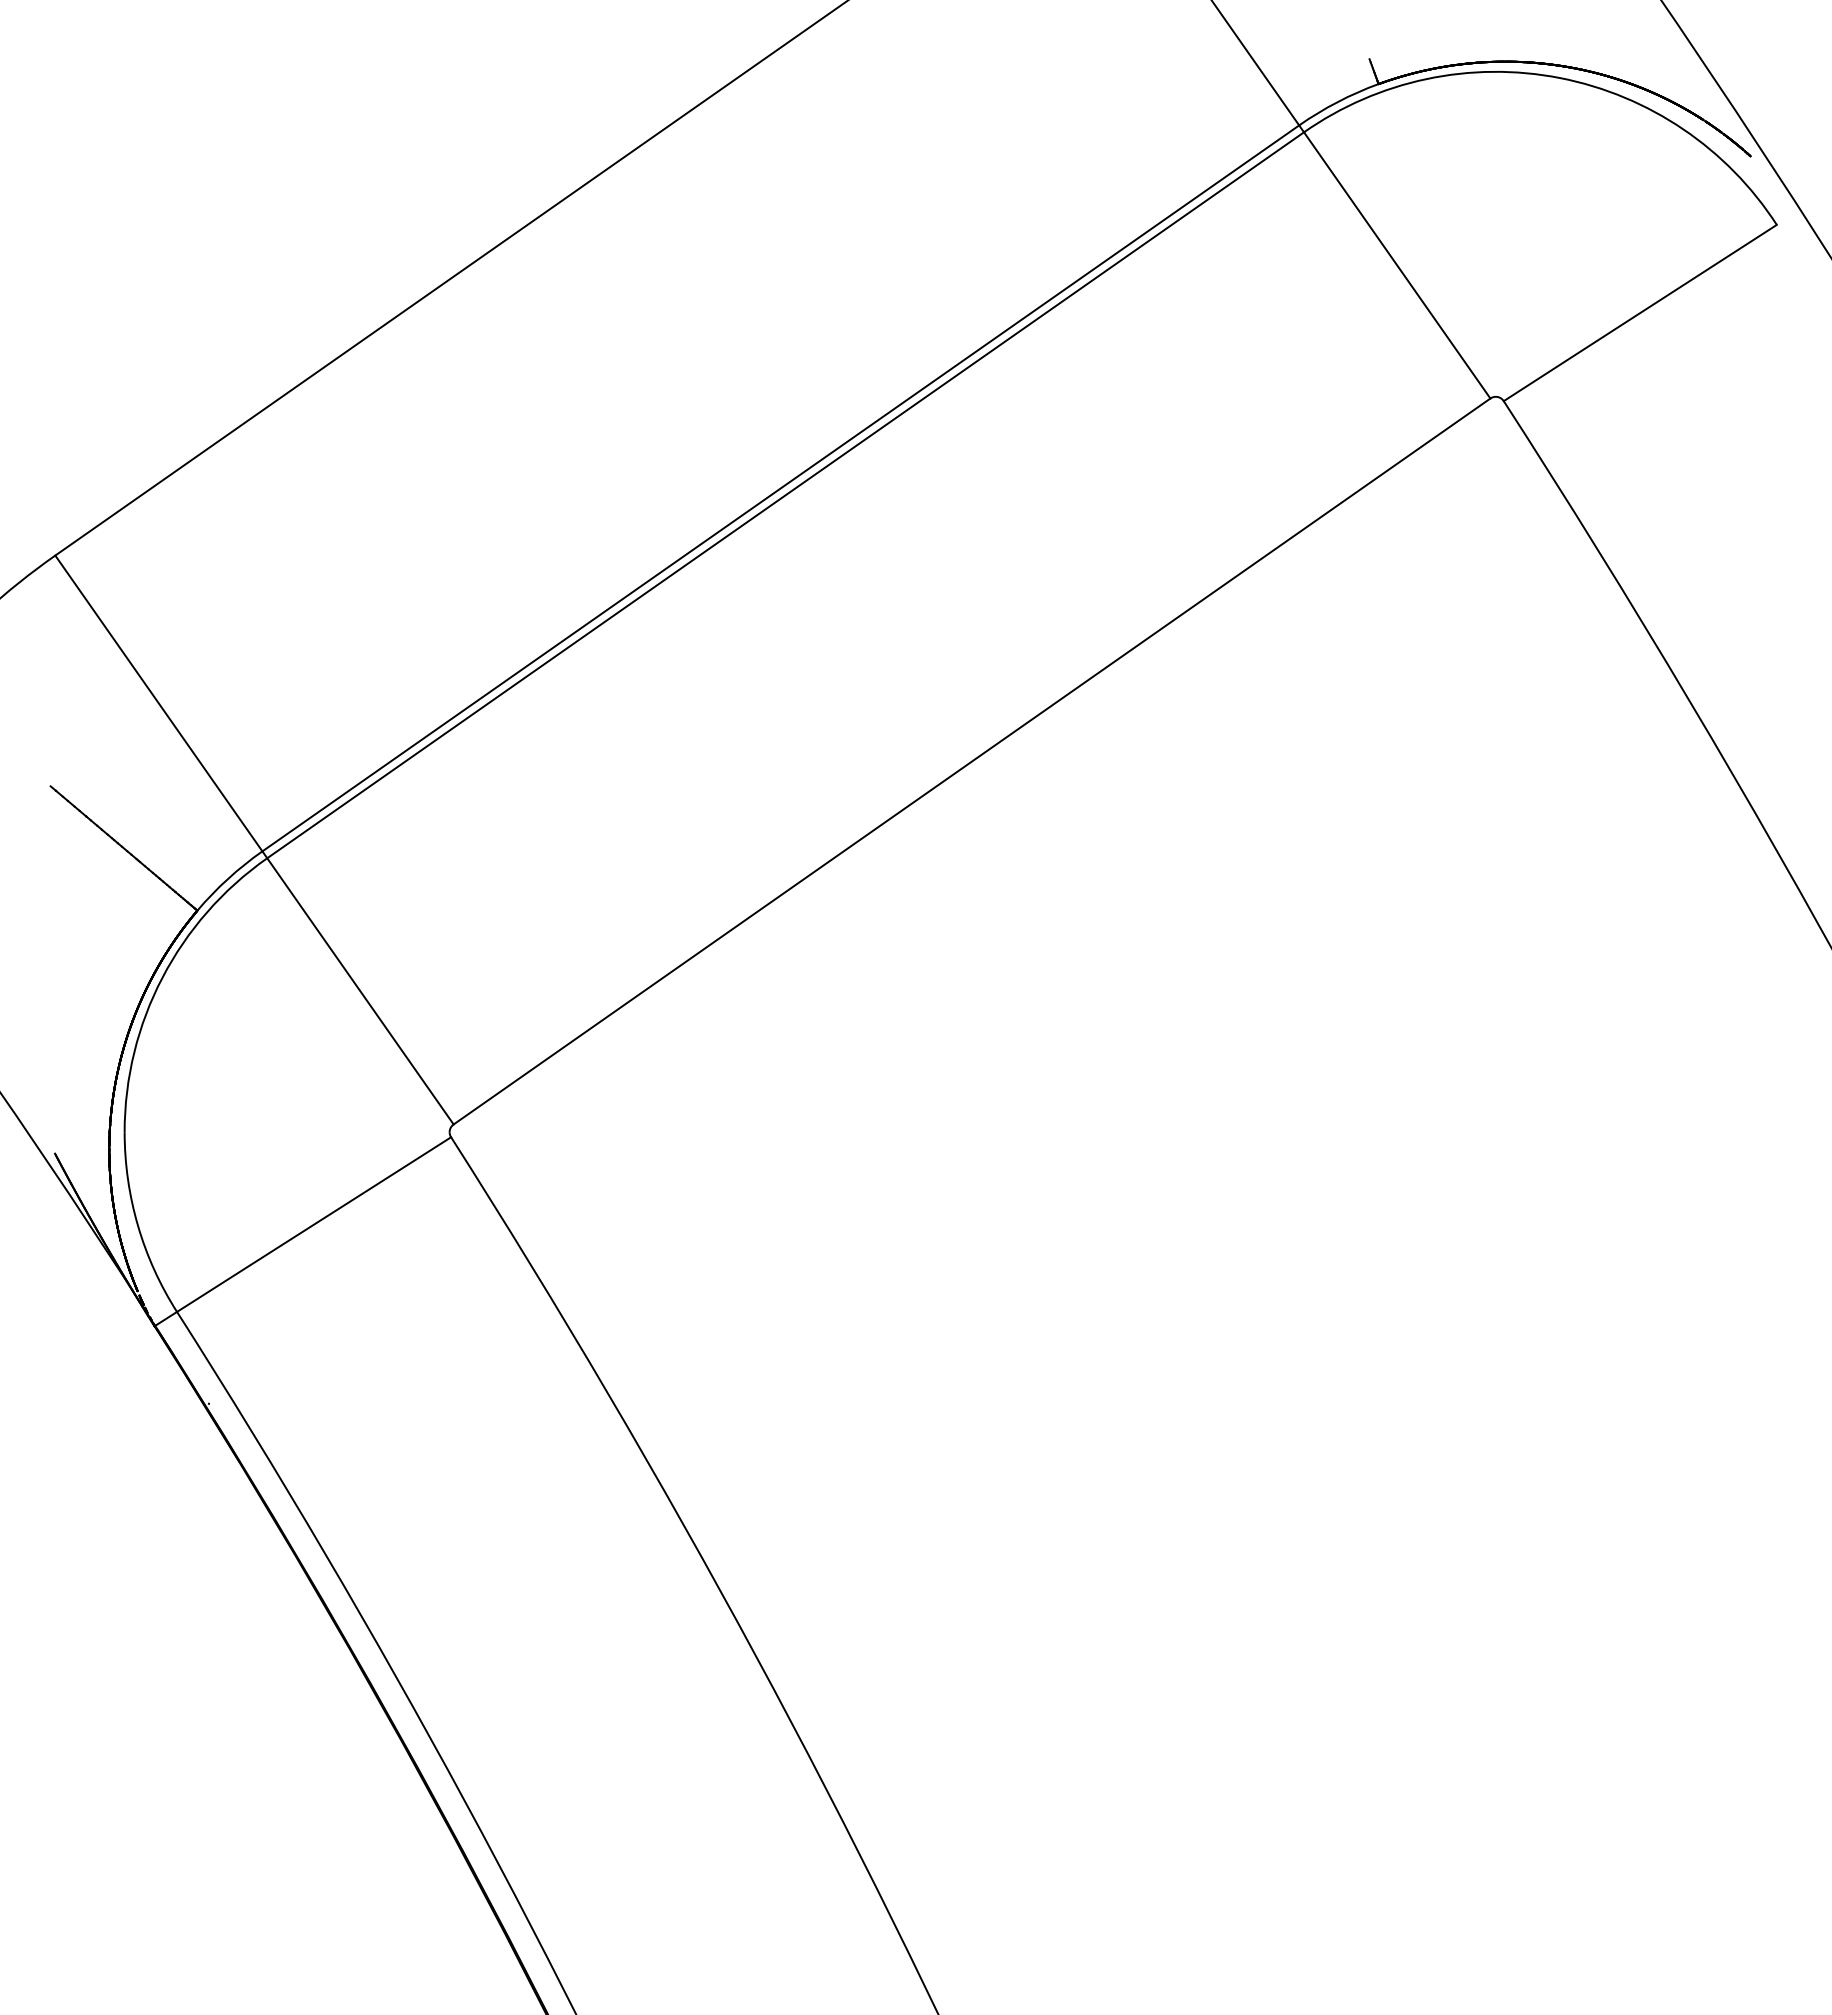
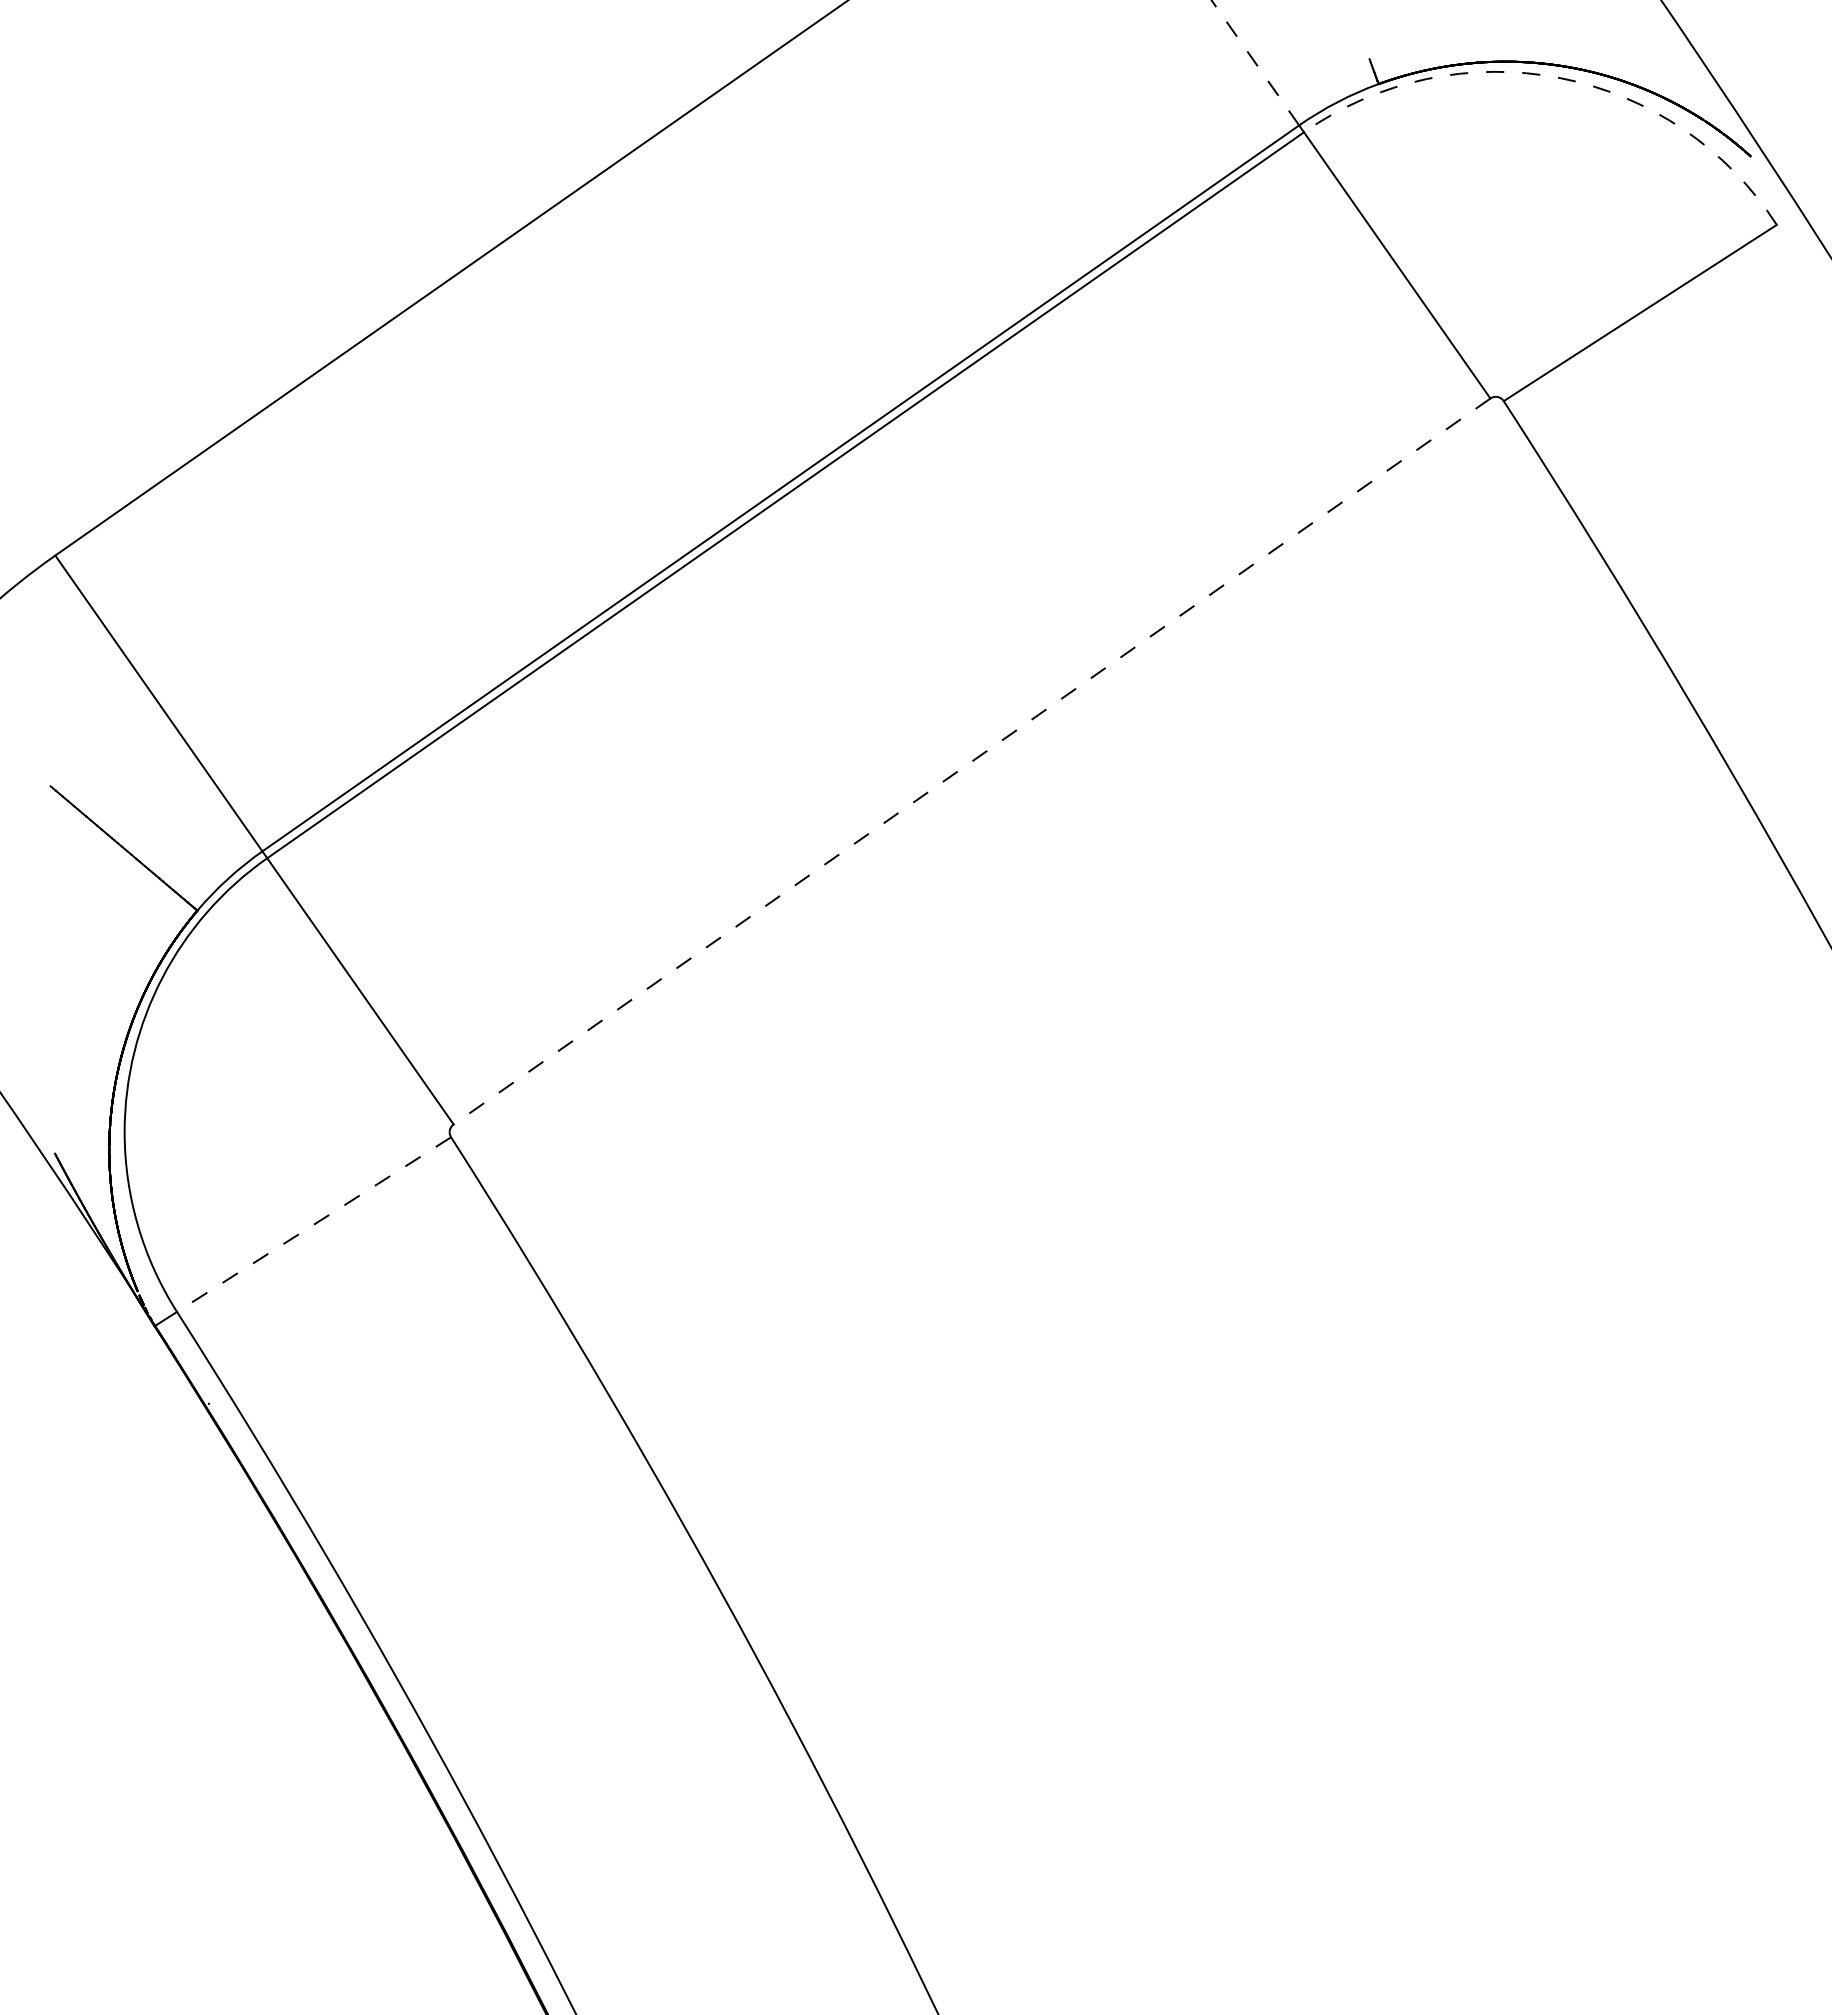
line at (1255, 62): solid -> dashed
arc at (1560, 78): solid -> dashed
line at (972, 761): solid -> dashed
line at (313, 1224): solid -> dashed
